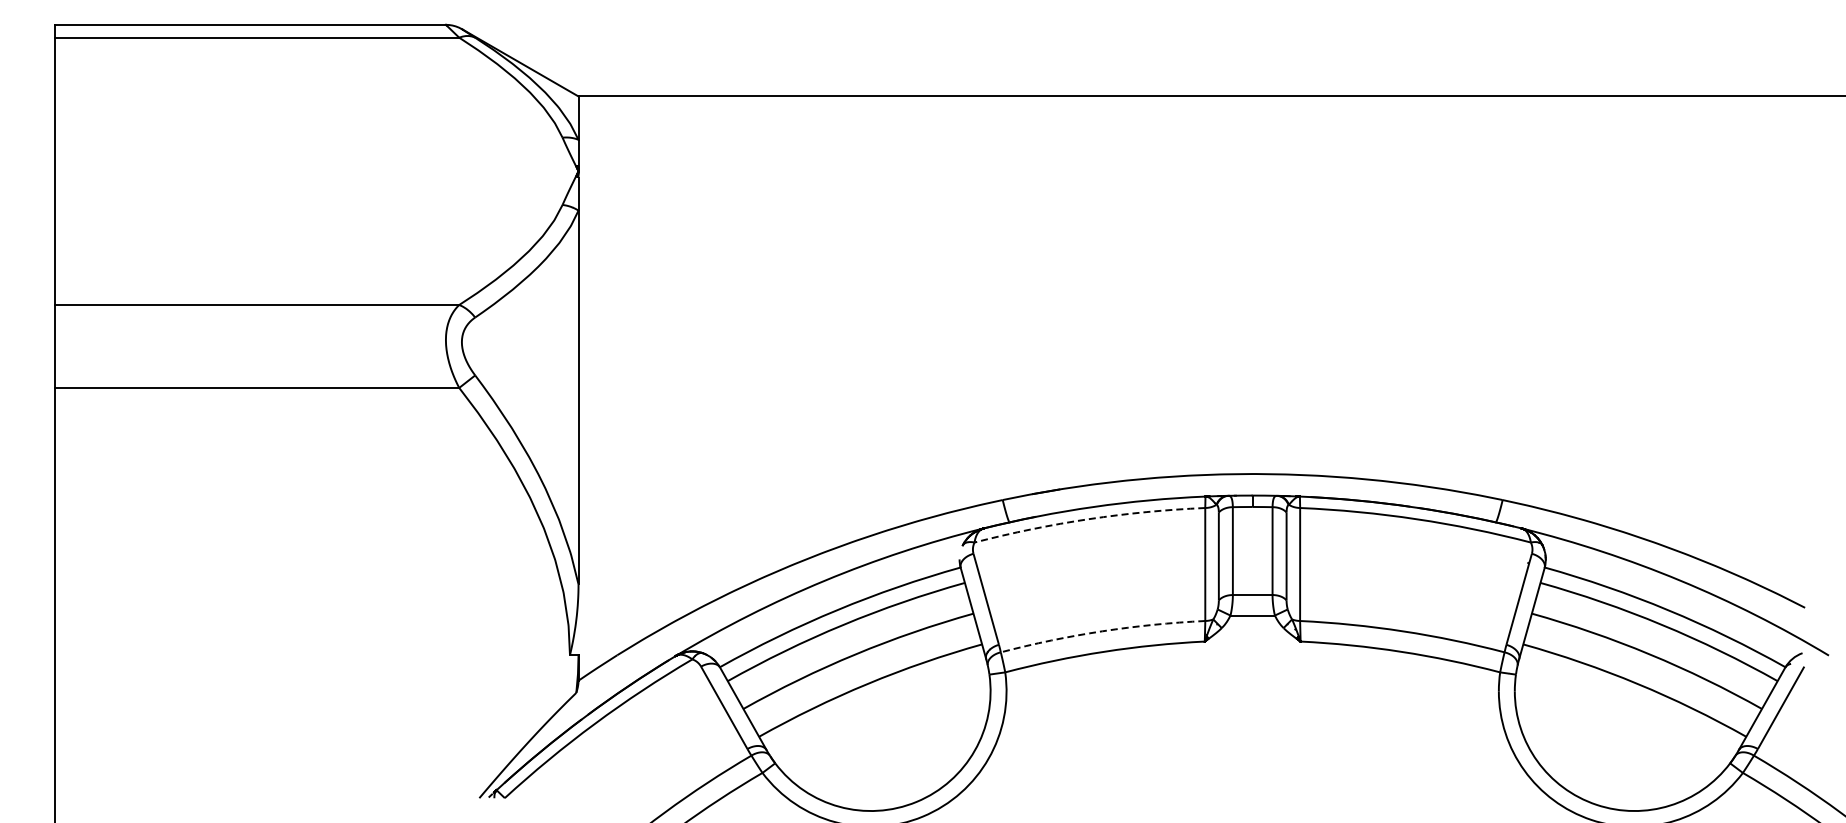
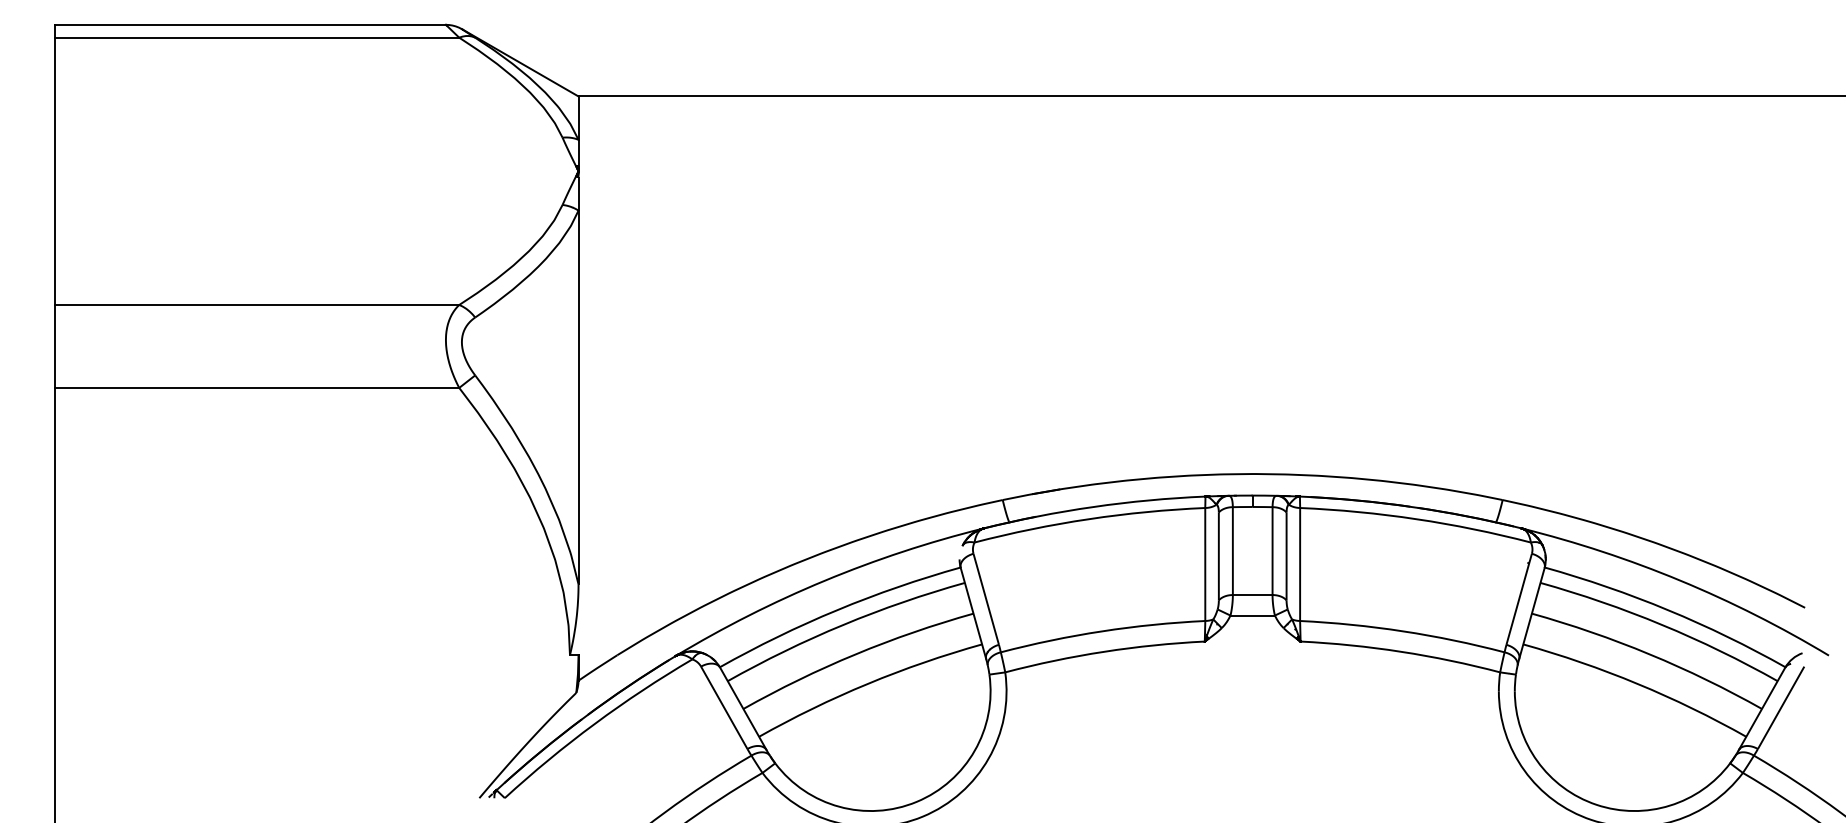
arc at (1088, 519): dashed -> solid
arc at (1102, 631): dashed -> solid
